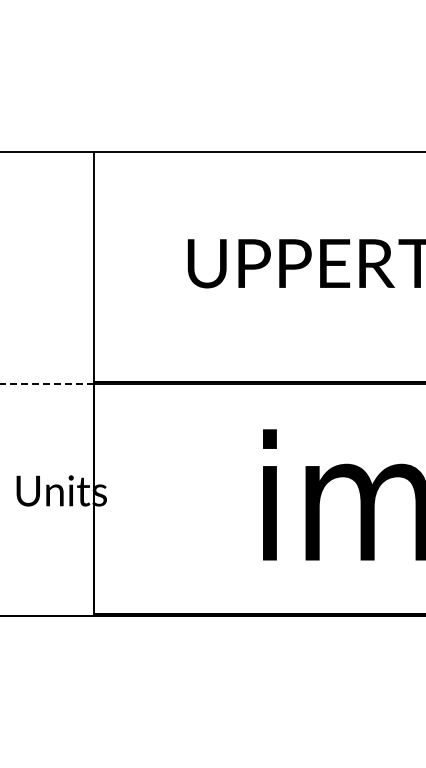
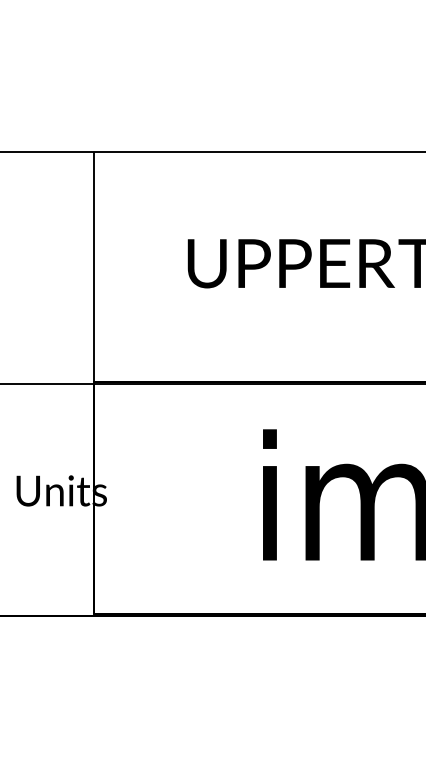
line at (46, 384): dashed -> solid
